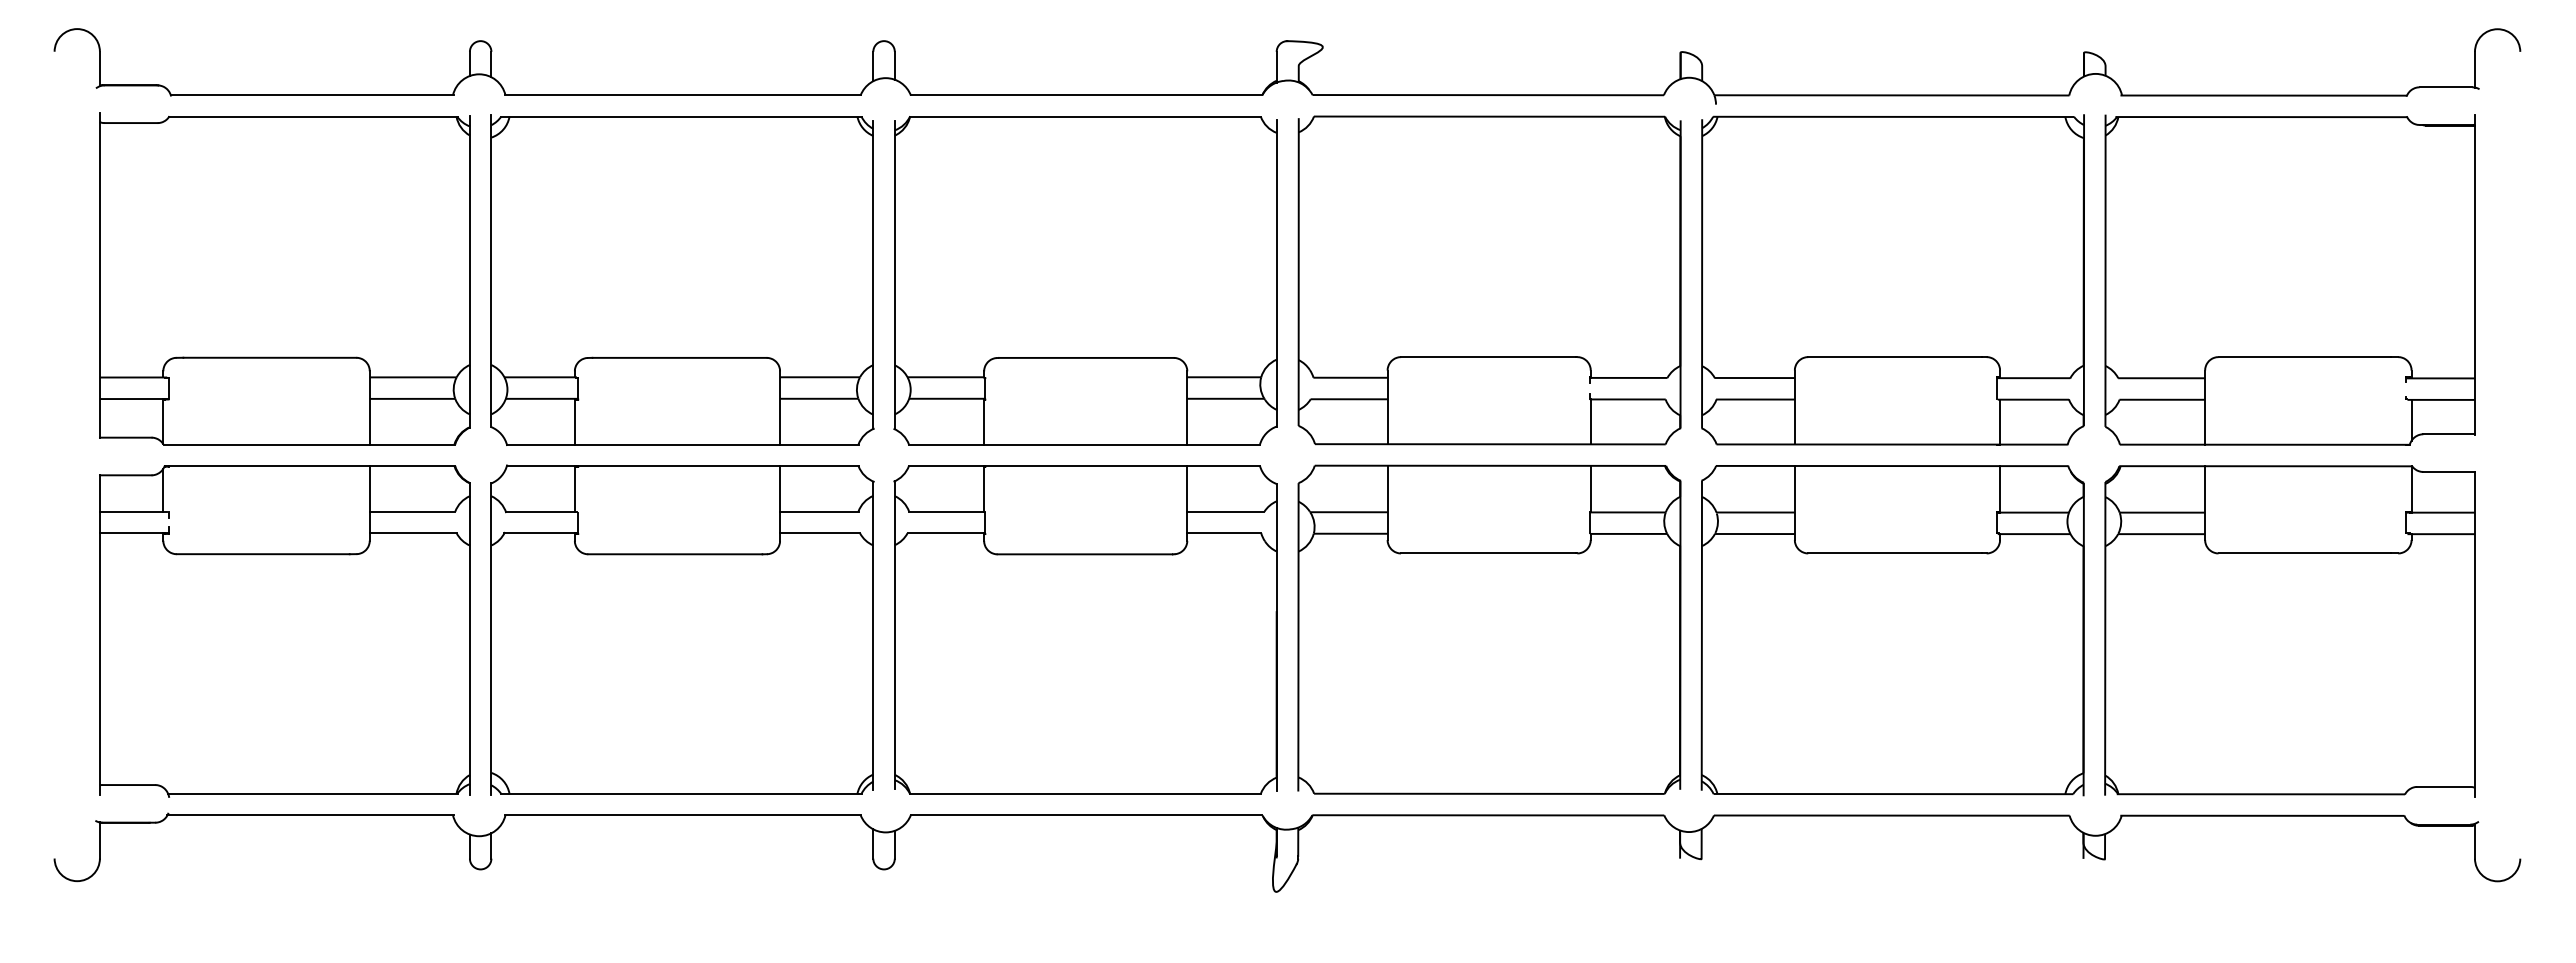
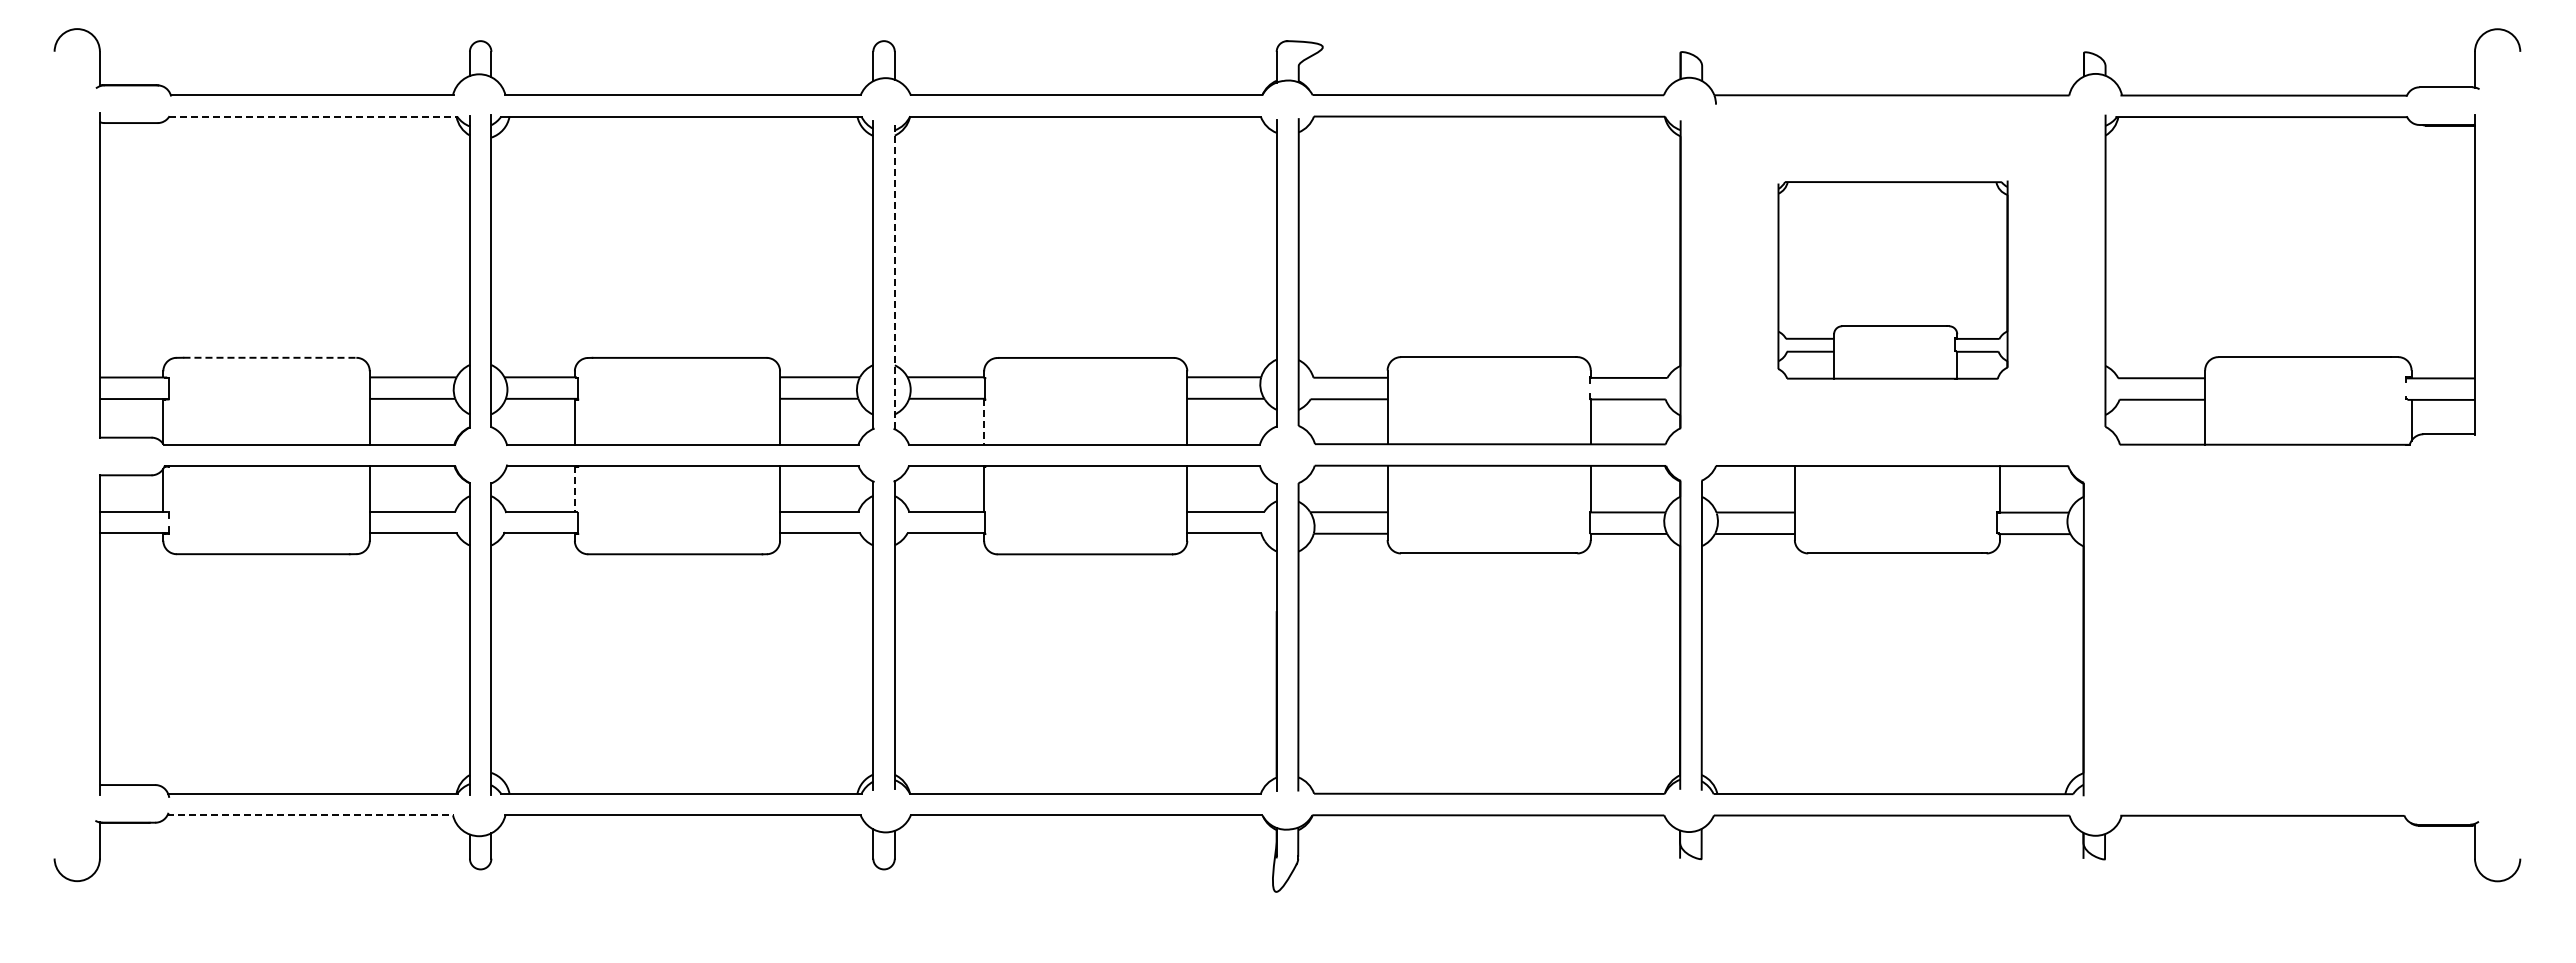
line at (314, 116): solid -> dashed
line at (894, 275): solid -> dashed
part at (1892, 279) size: 384x332 px -> 232x200 px
line at (270, 357): solid -> dashed
line at (984, 421): solid -> dashed
line at (574, 488): solid -> dashed
part at (2289, 631): present -> none
line at (311, 815): solid -> dashed
